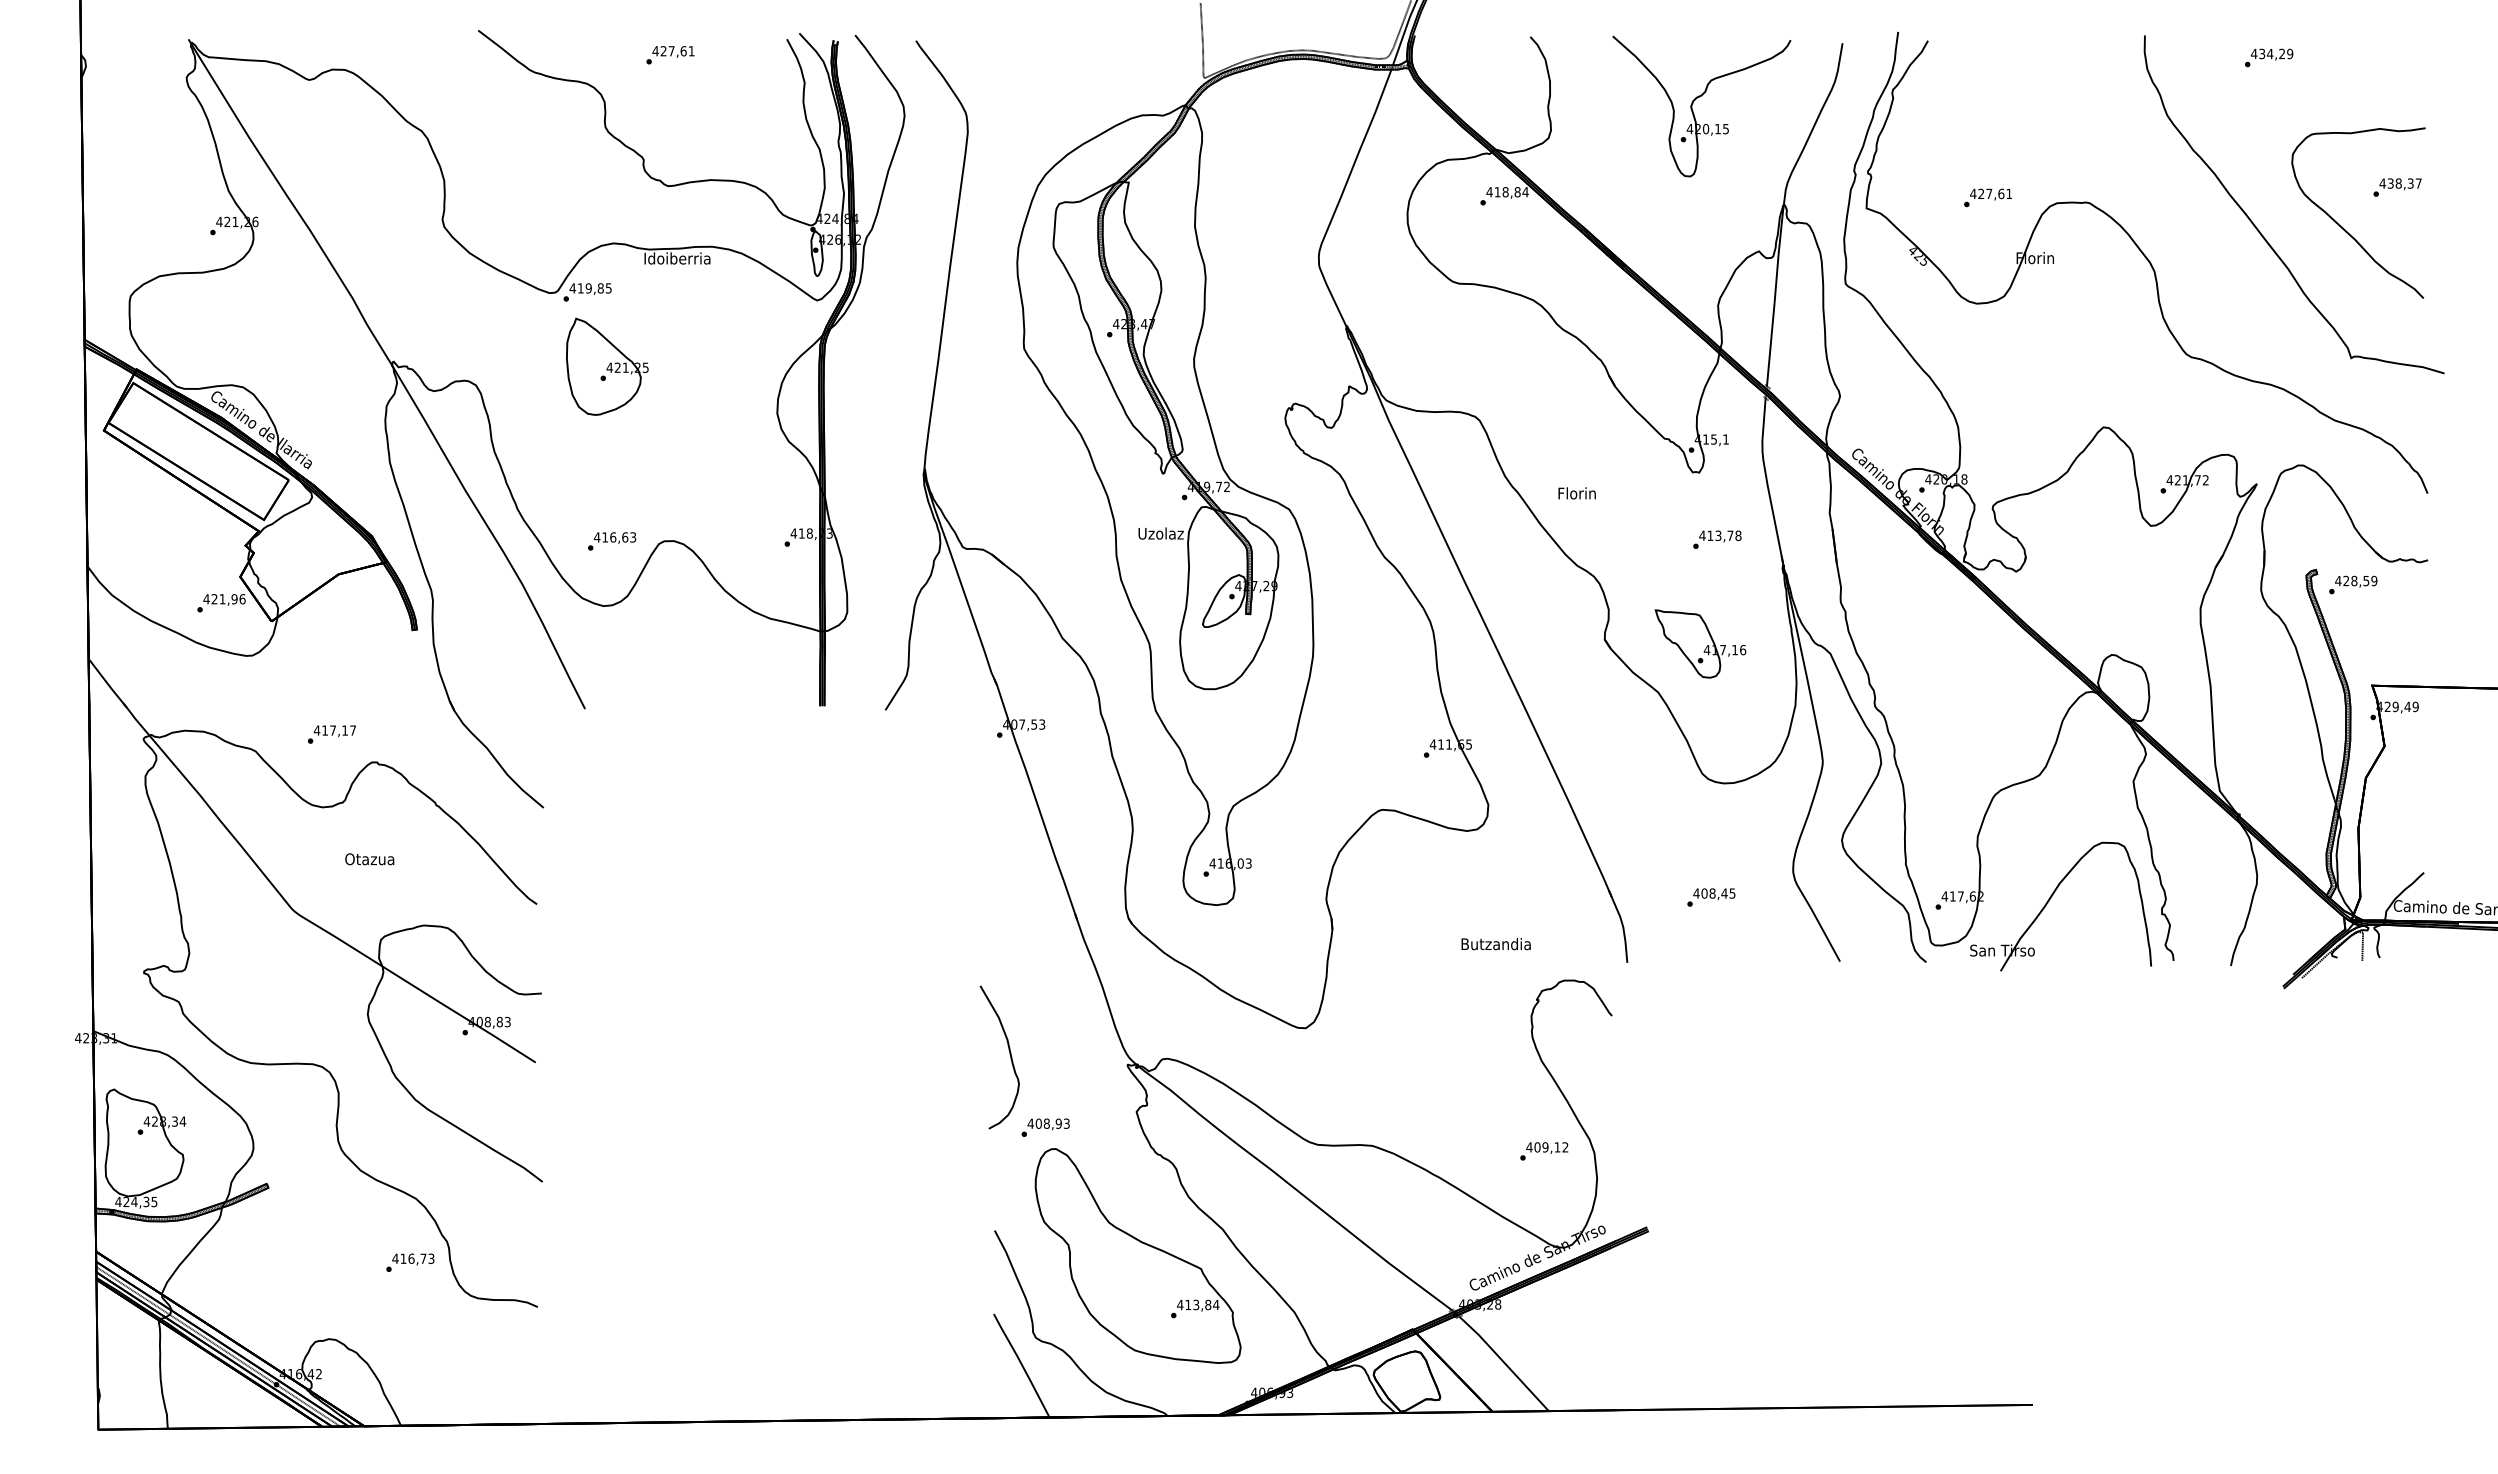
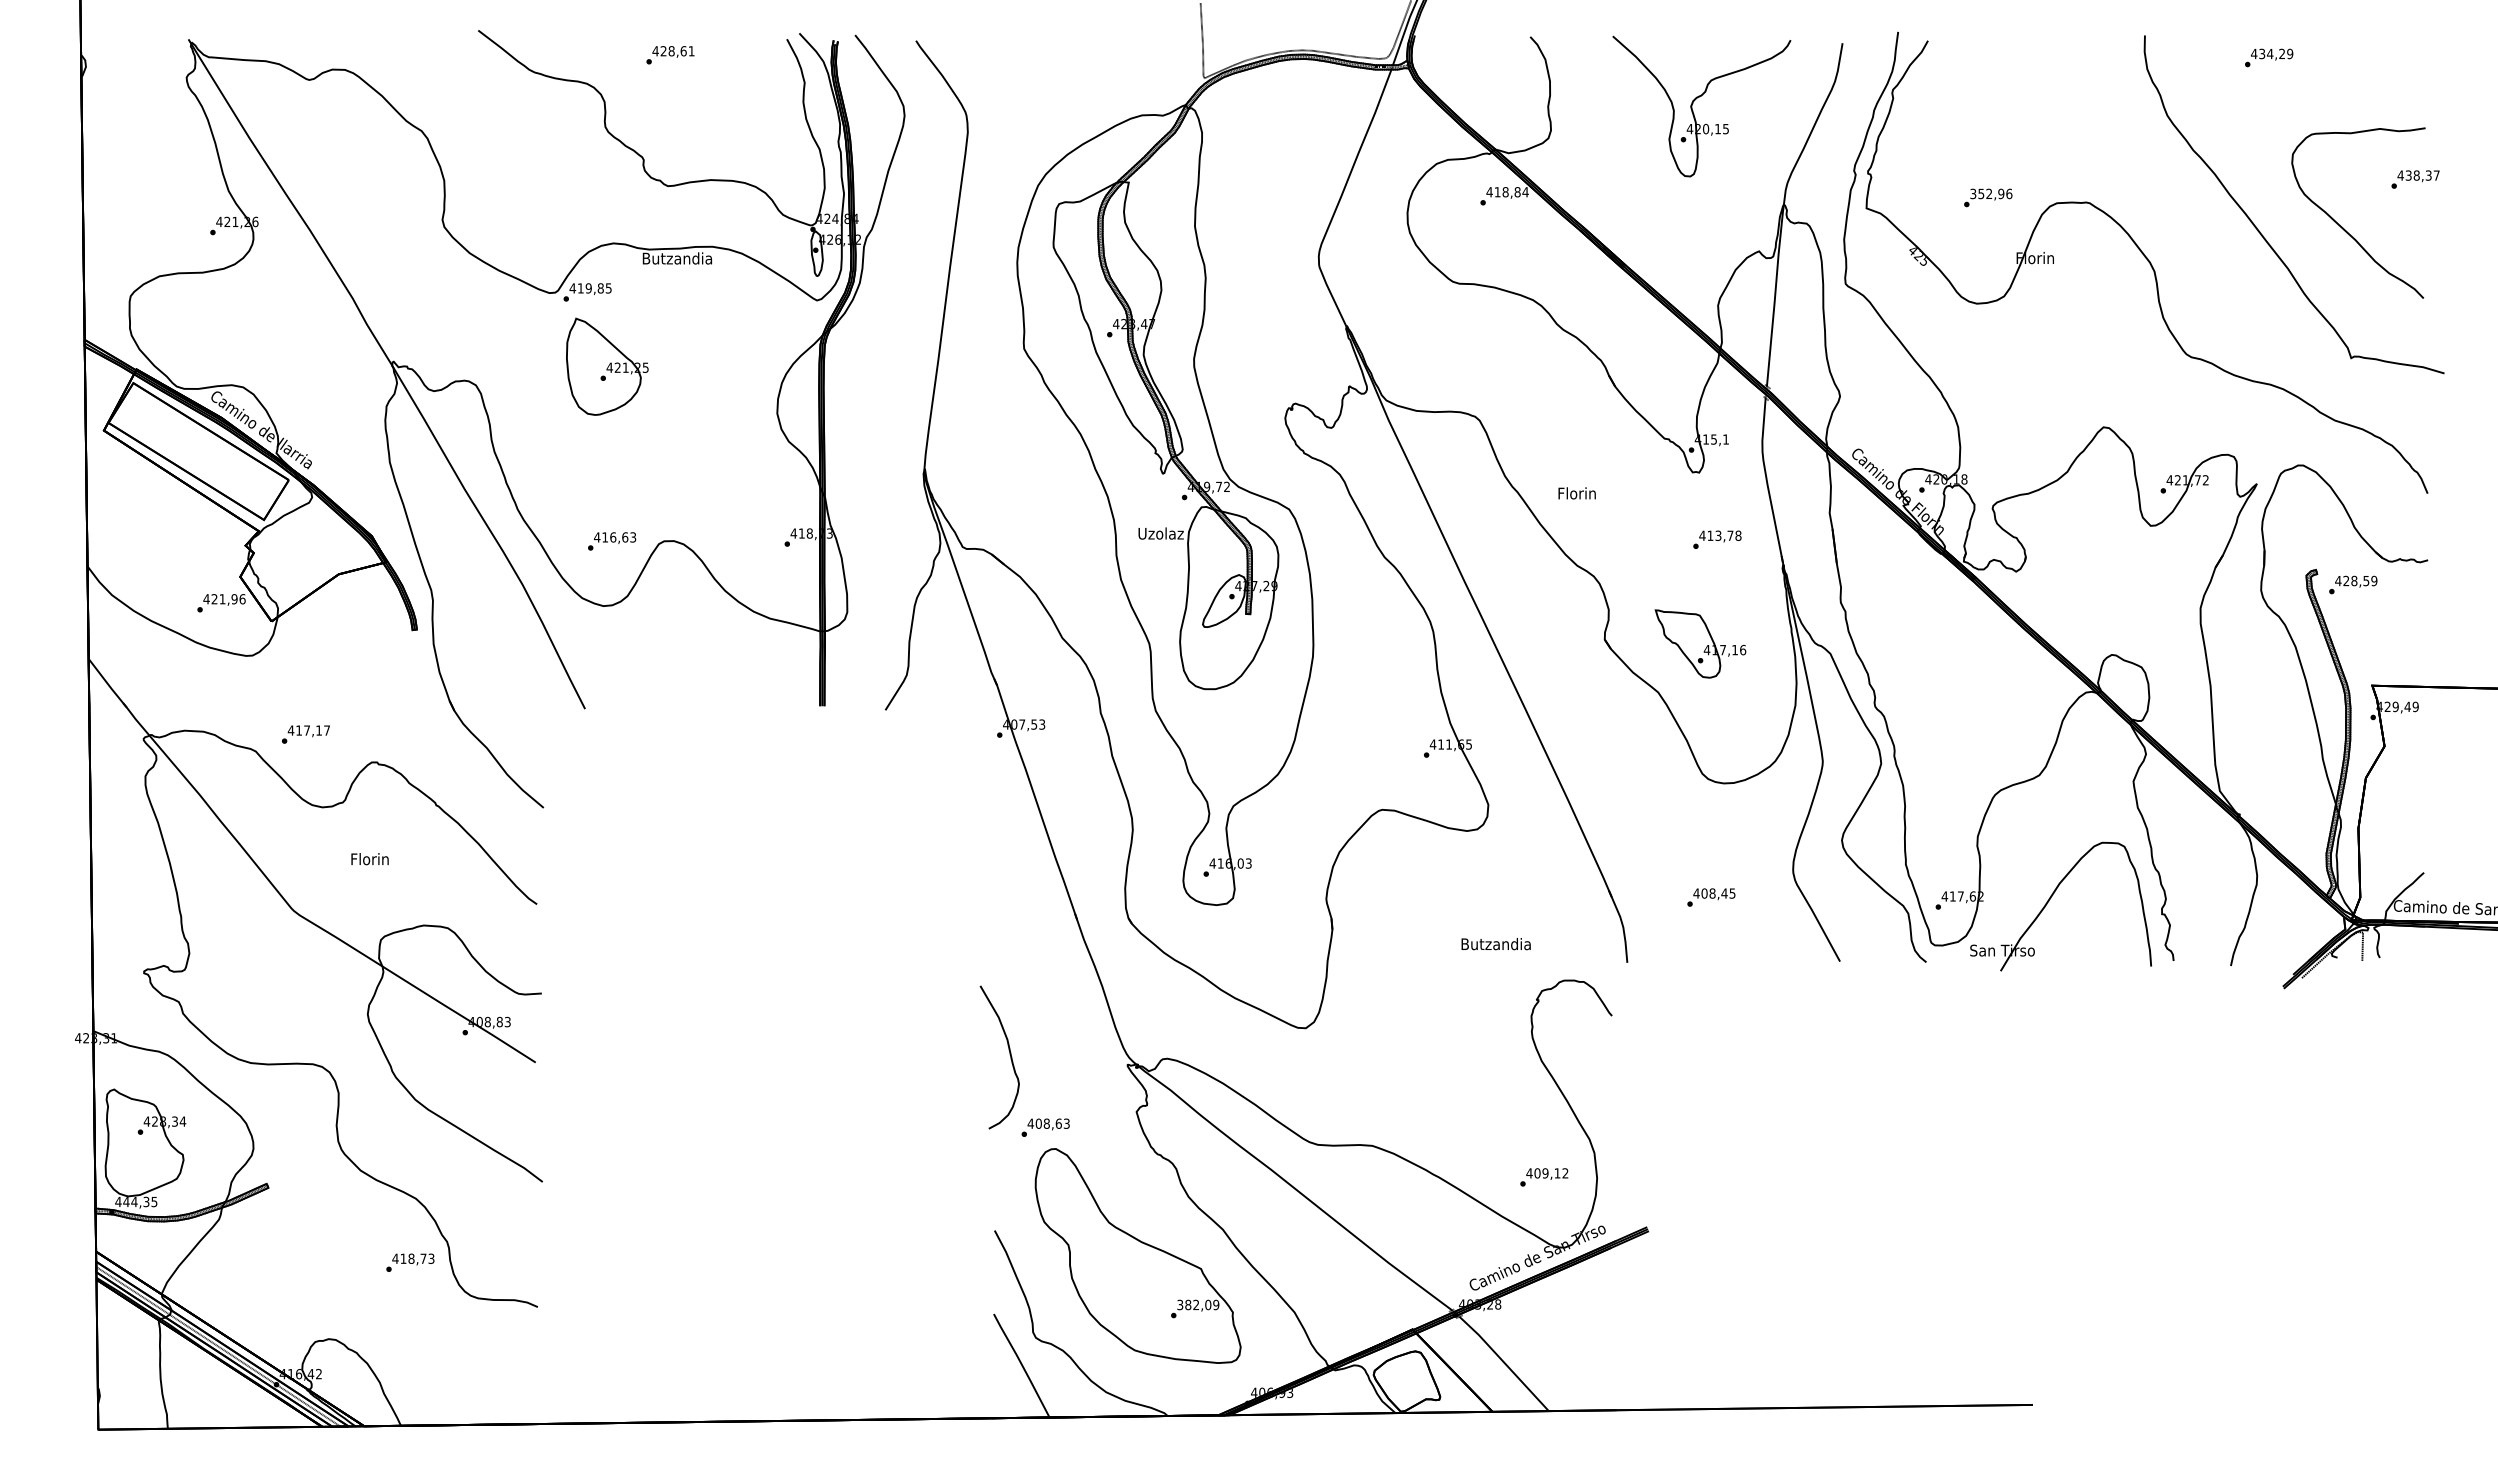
text at (671, 51): 427,61 -> 428,61
text at (2397, 187) position: (2397, 187) -> (2415, 179)
text at (1991, 193): 427,61 -> 352,96
text at (677, 258): Idoiberria -> Butzandia
text at (331, 734) position: (331, 734) -> (305, 734)
text at (369, 859): Otazua -> Florin
text at (1058, 1123): 408,93 -> 408,63
text at (1544, 1151) position: (1544, 1151) -> (1544, 1177)
text at (126, 1201): 424,35 -> 444,35
text at (411, 1258): 416,73 -> 418,73
text at (1198, 1304): 413,84 -> 382,09
